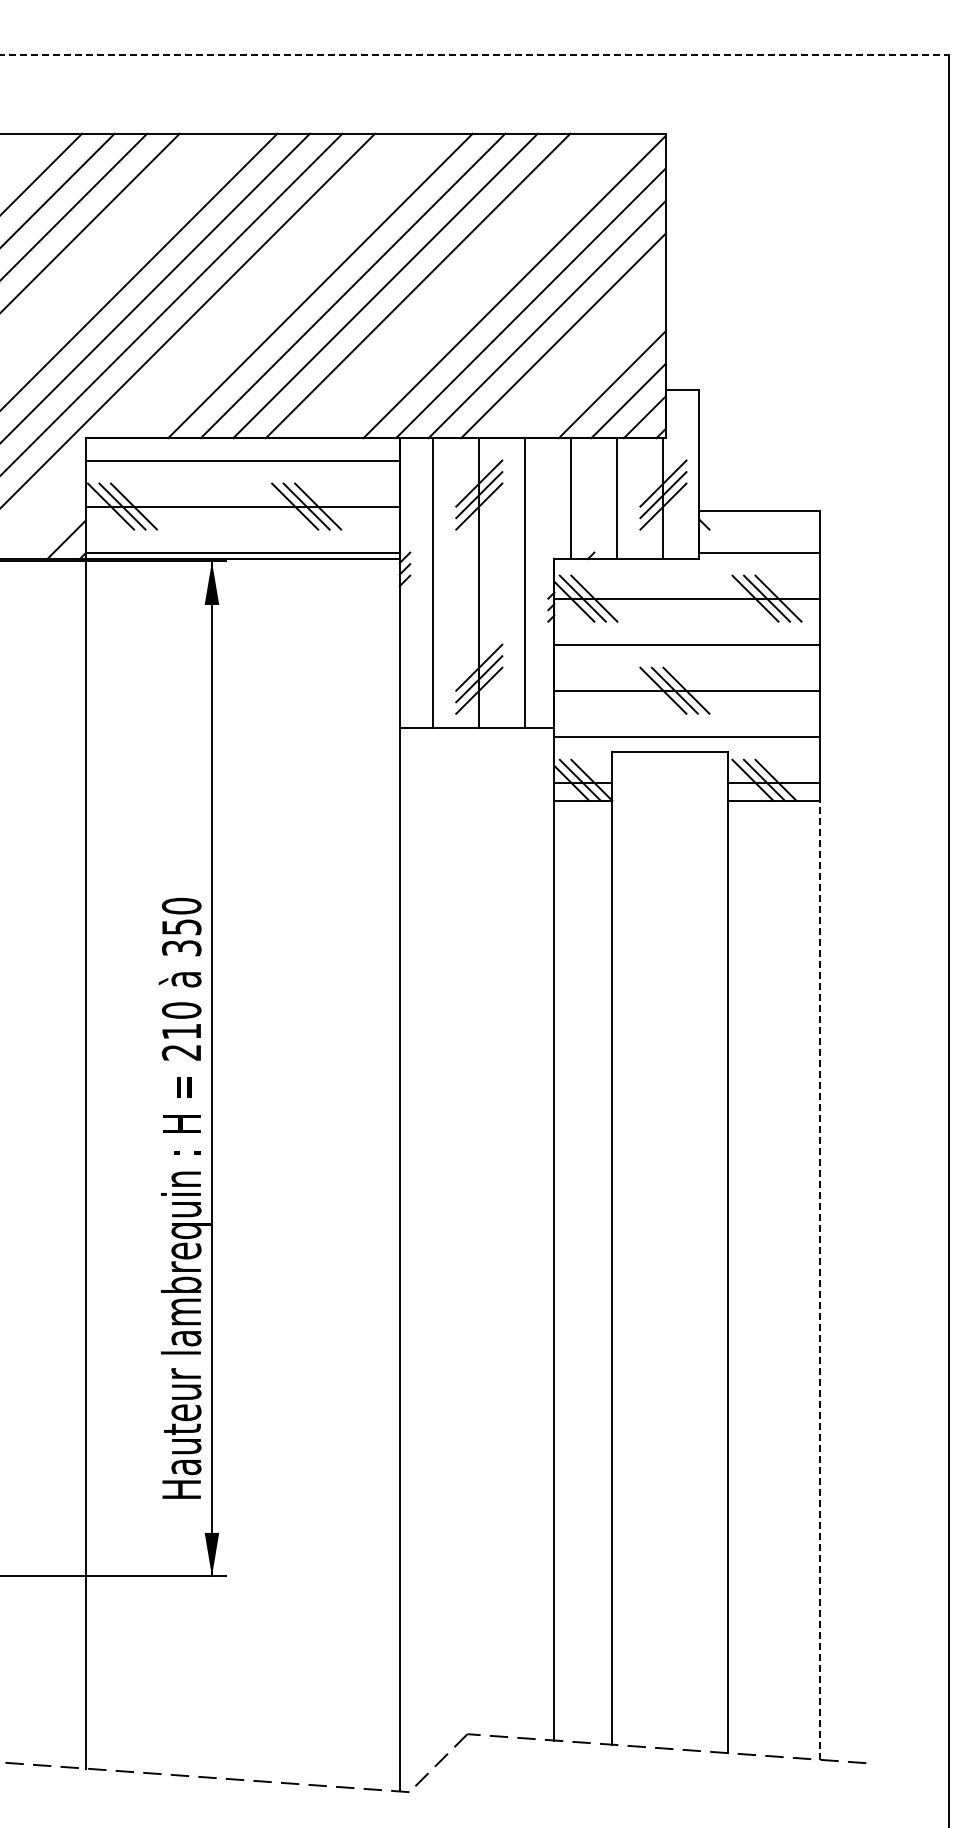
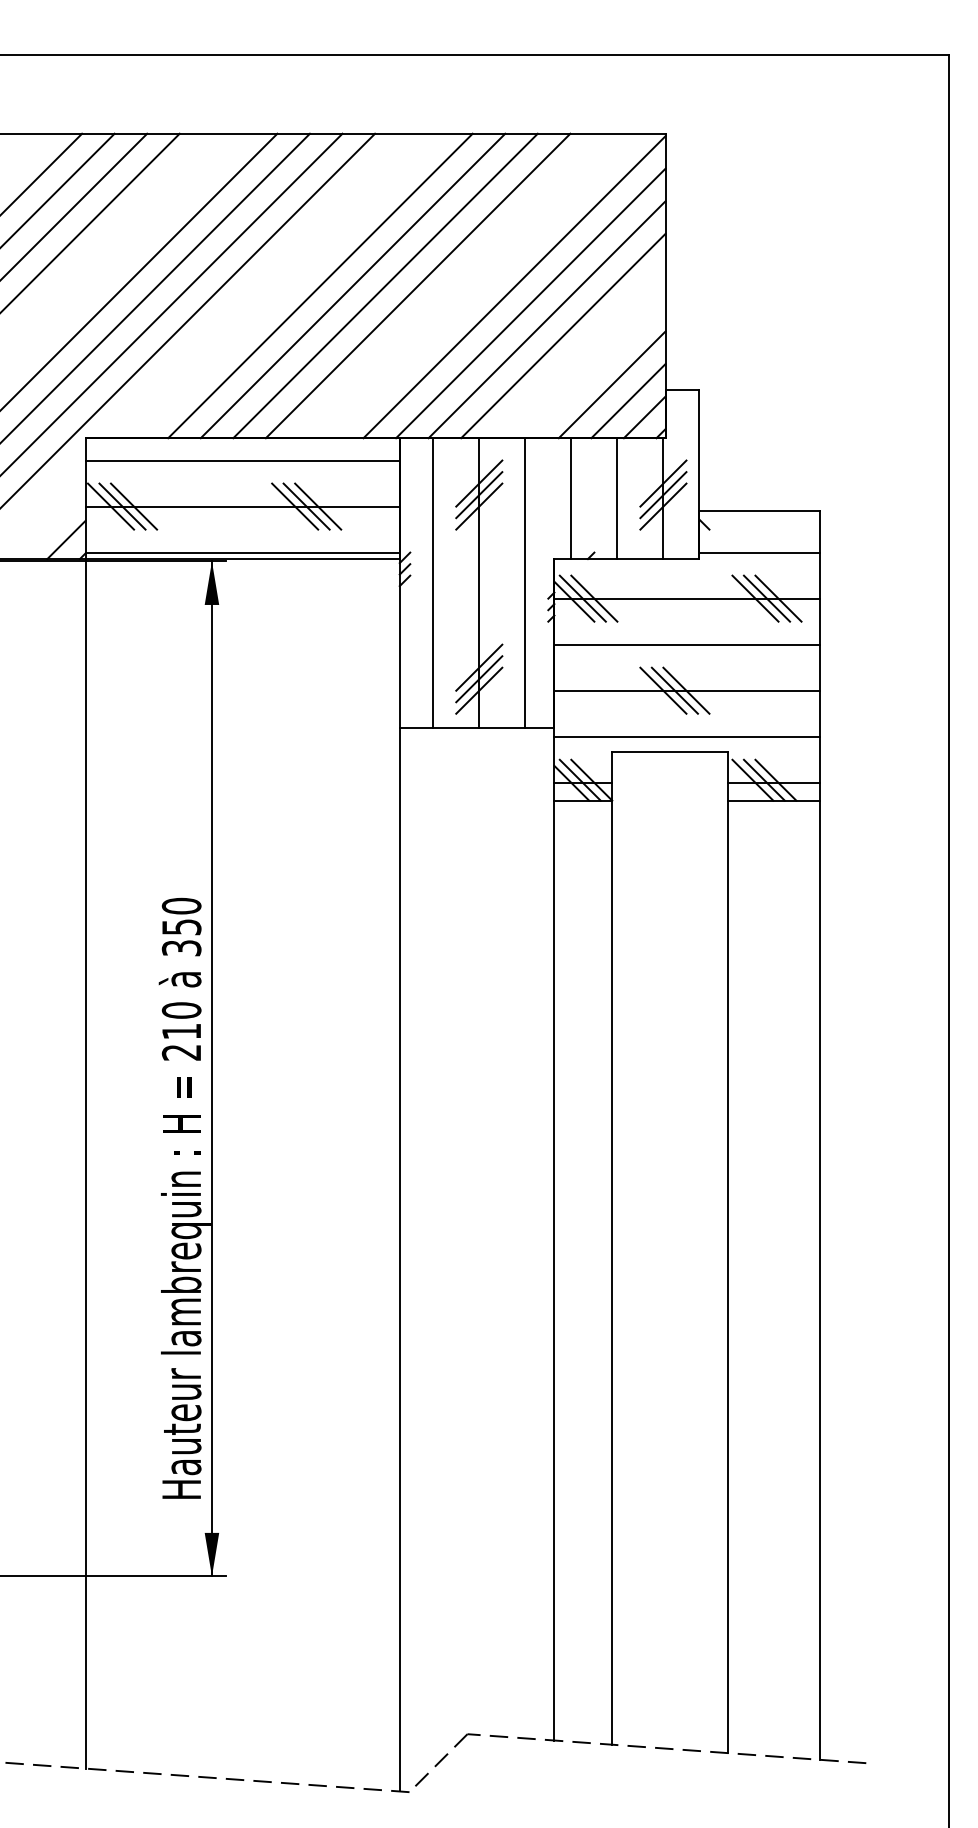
line at (474, 54): dashed -> solid
line at (820, 1280): dashed -> solid
